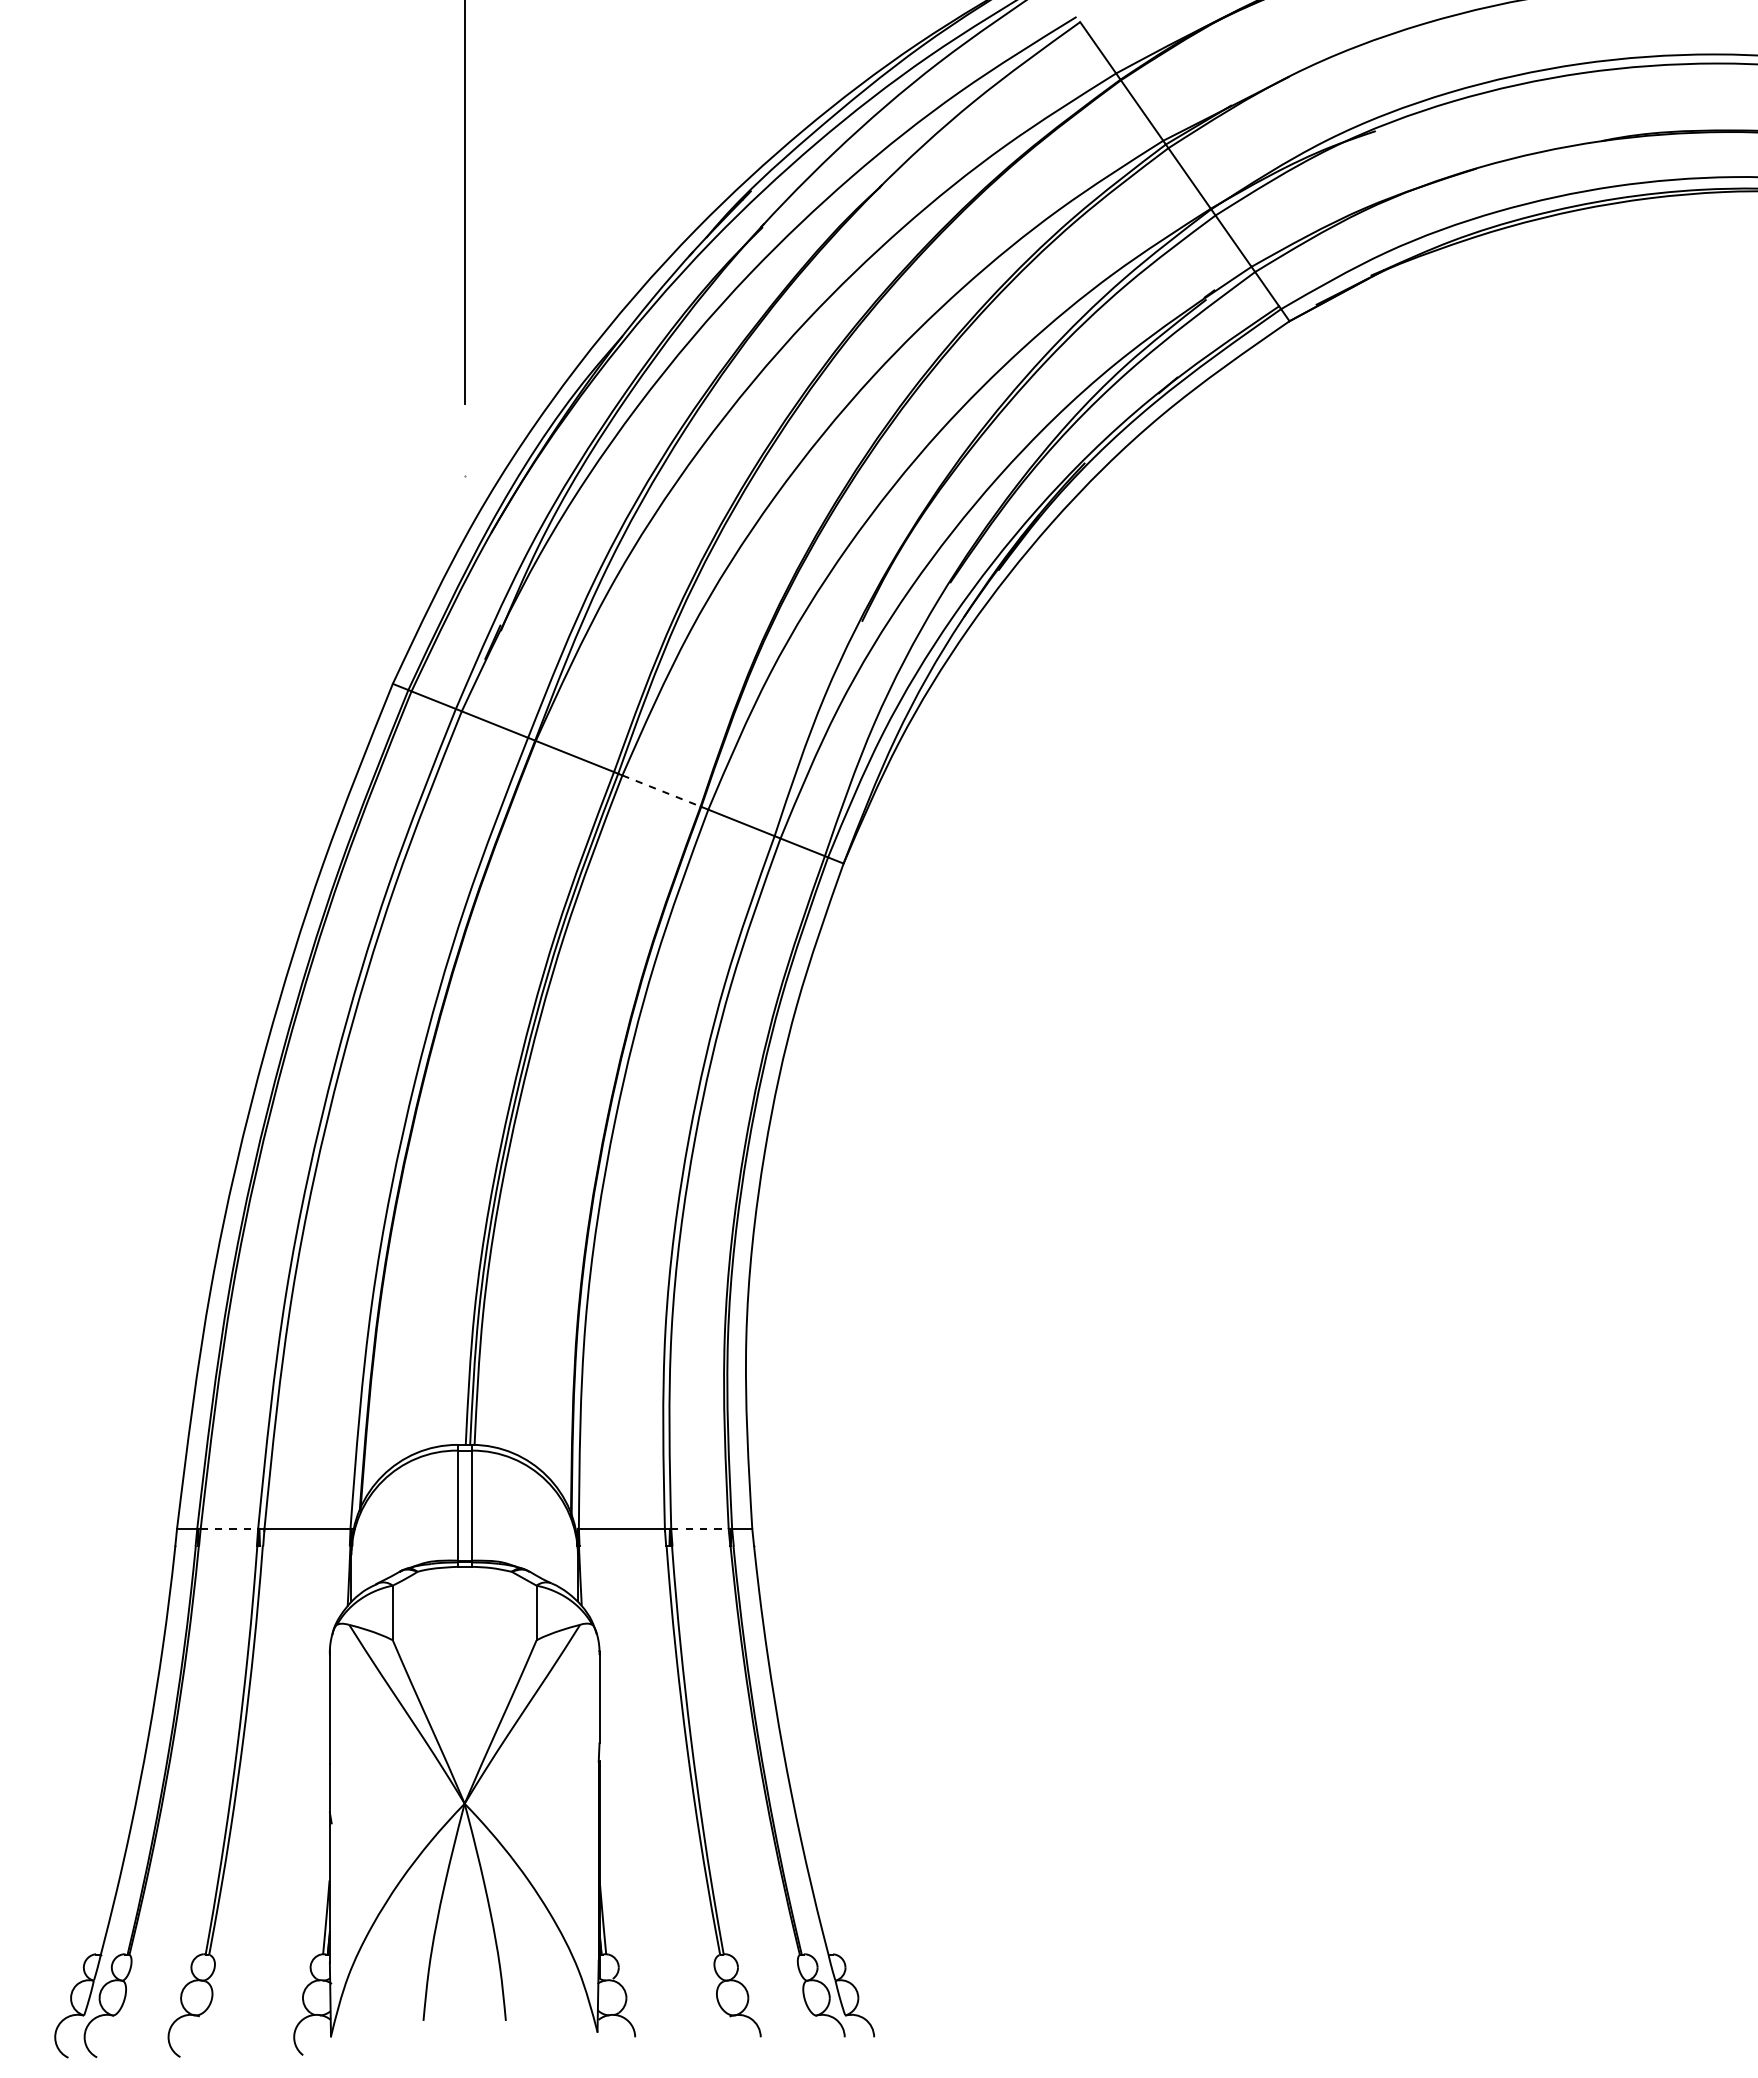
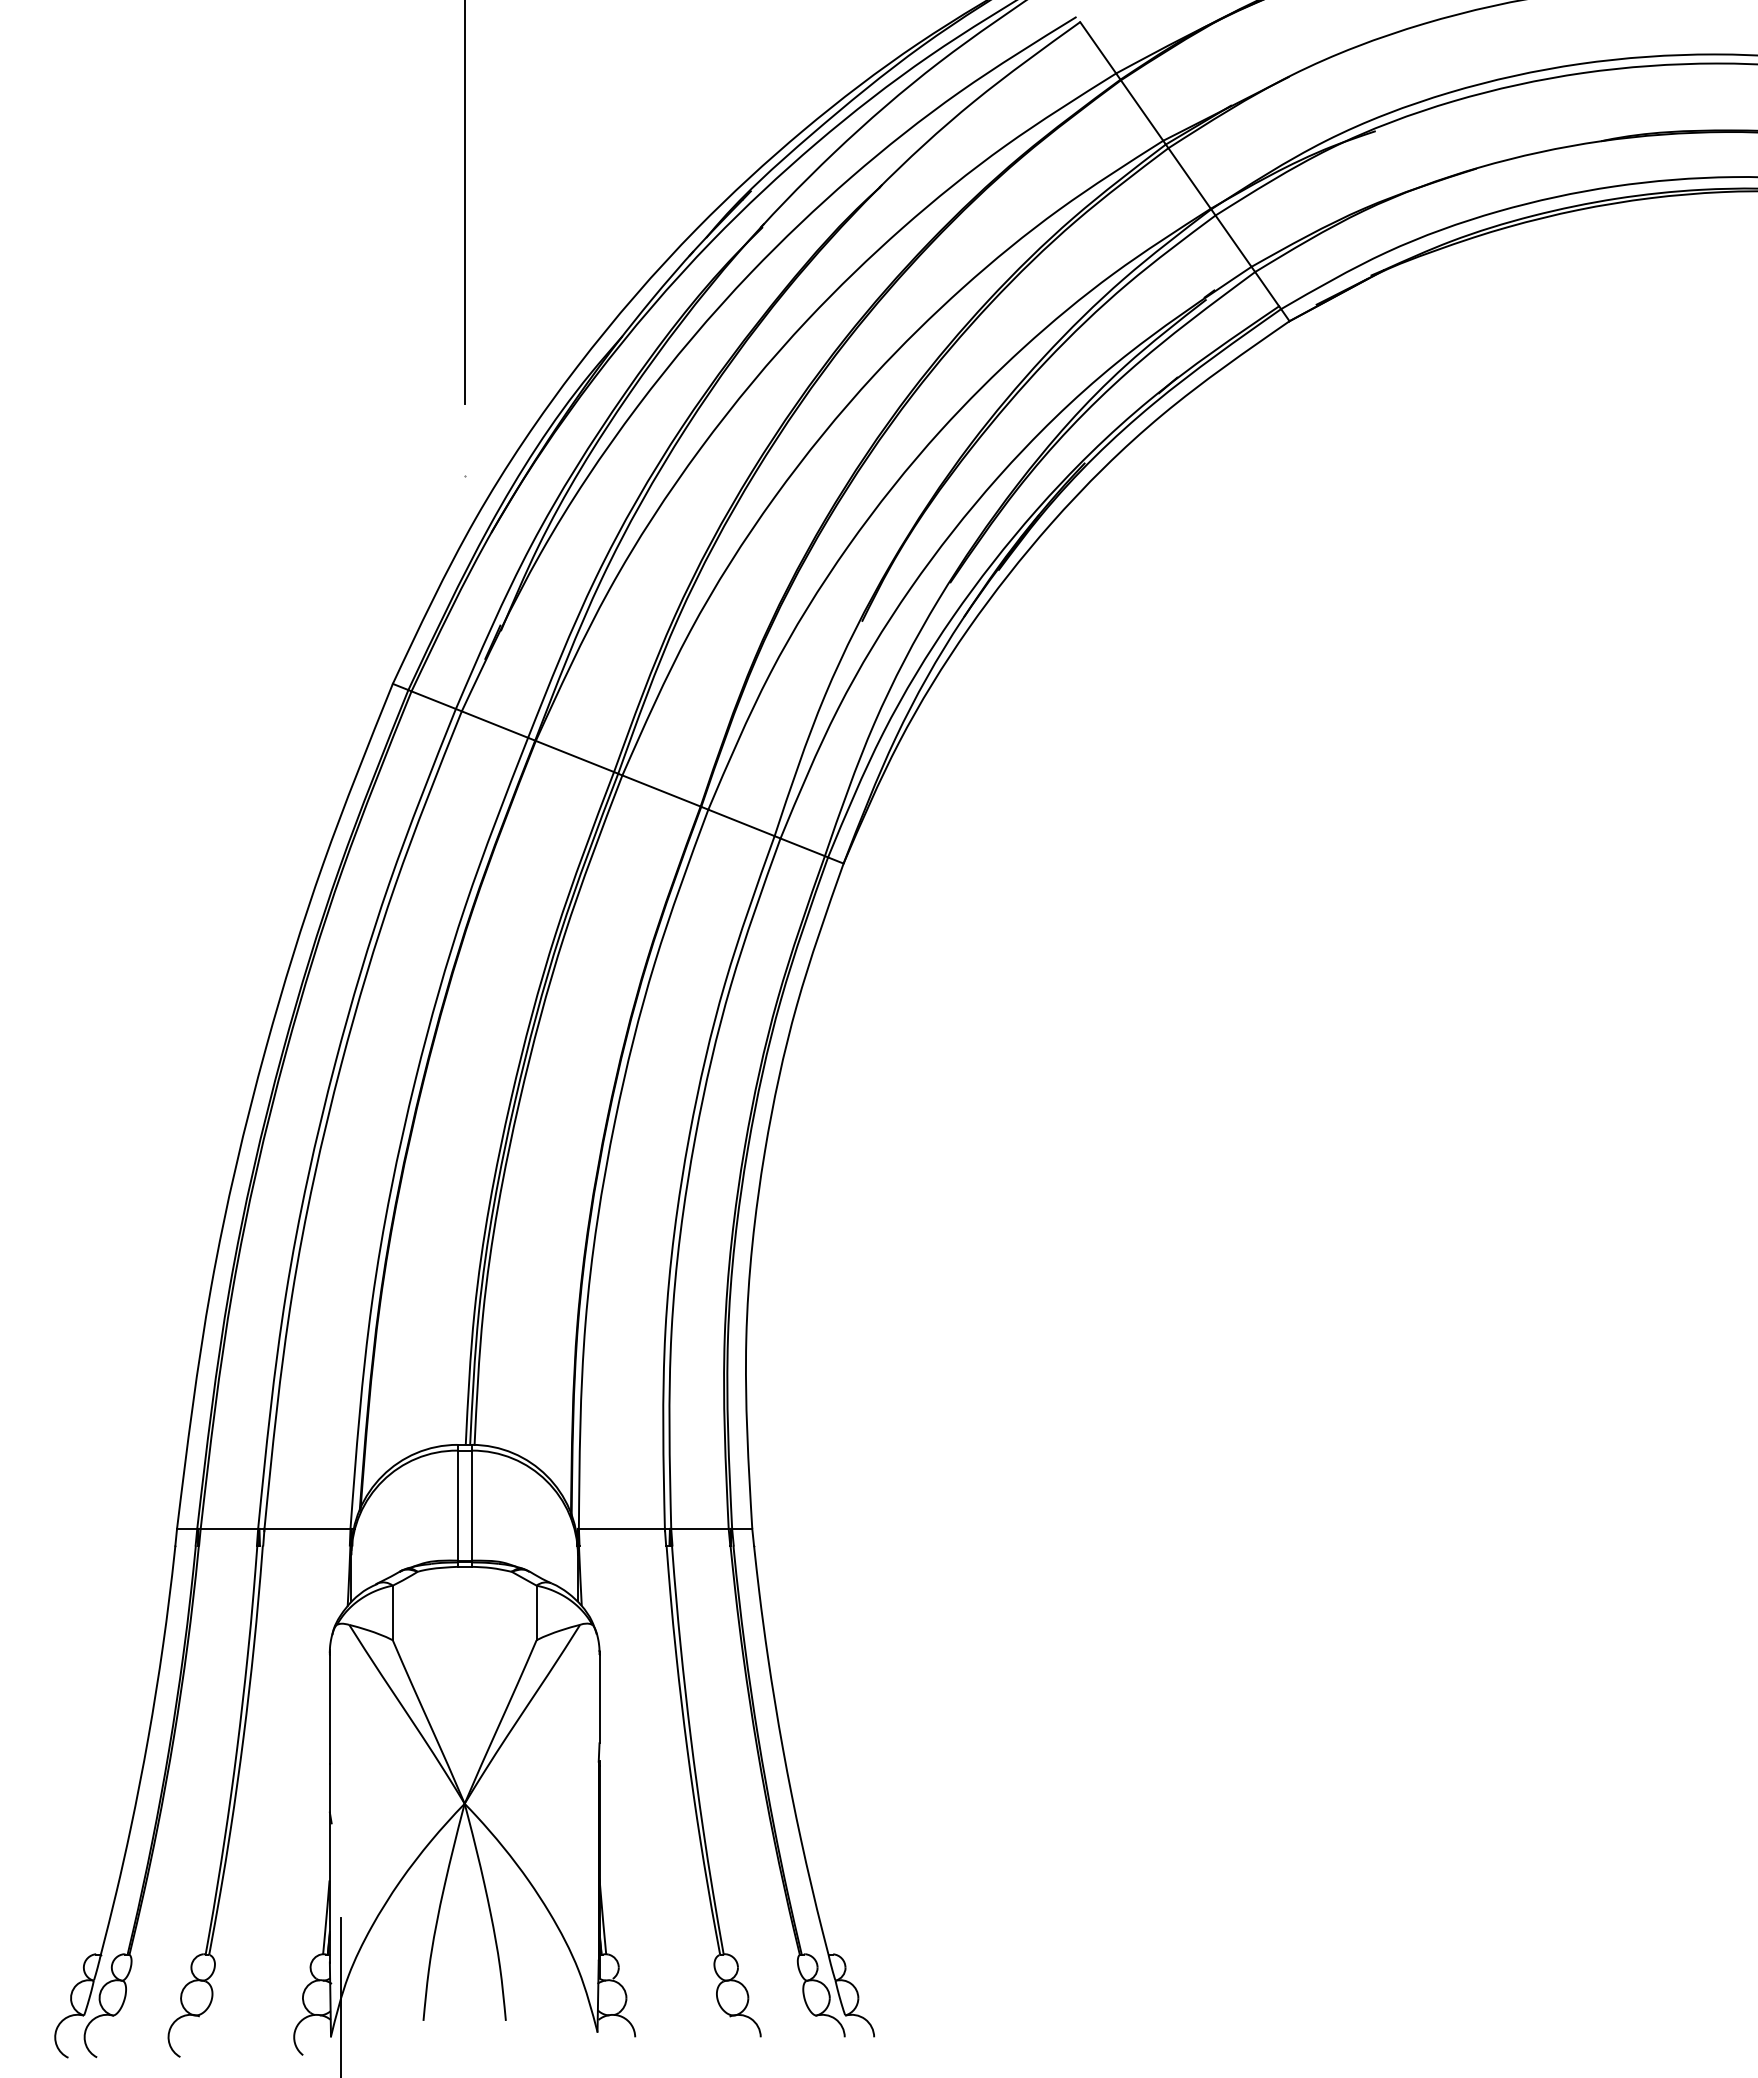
line at (661, 791): dashed -> solid
line at (229, 1528): dashed -> solid
line at (699, 1528): dashed -> solid
line at (340, 1996): none -> present
